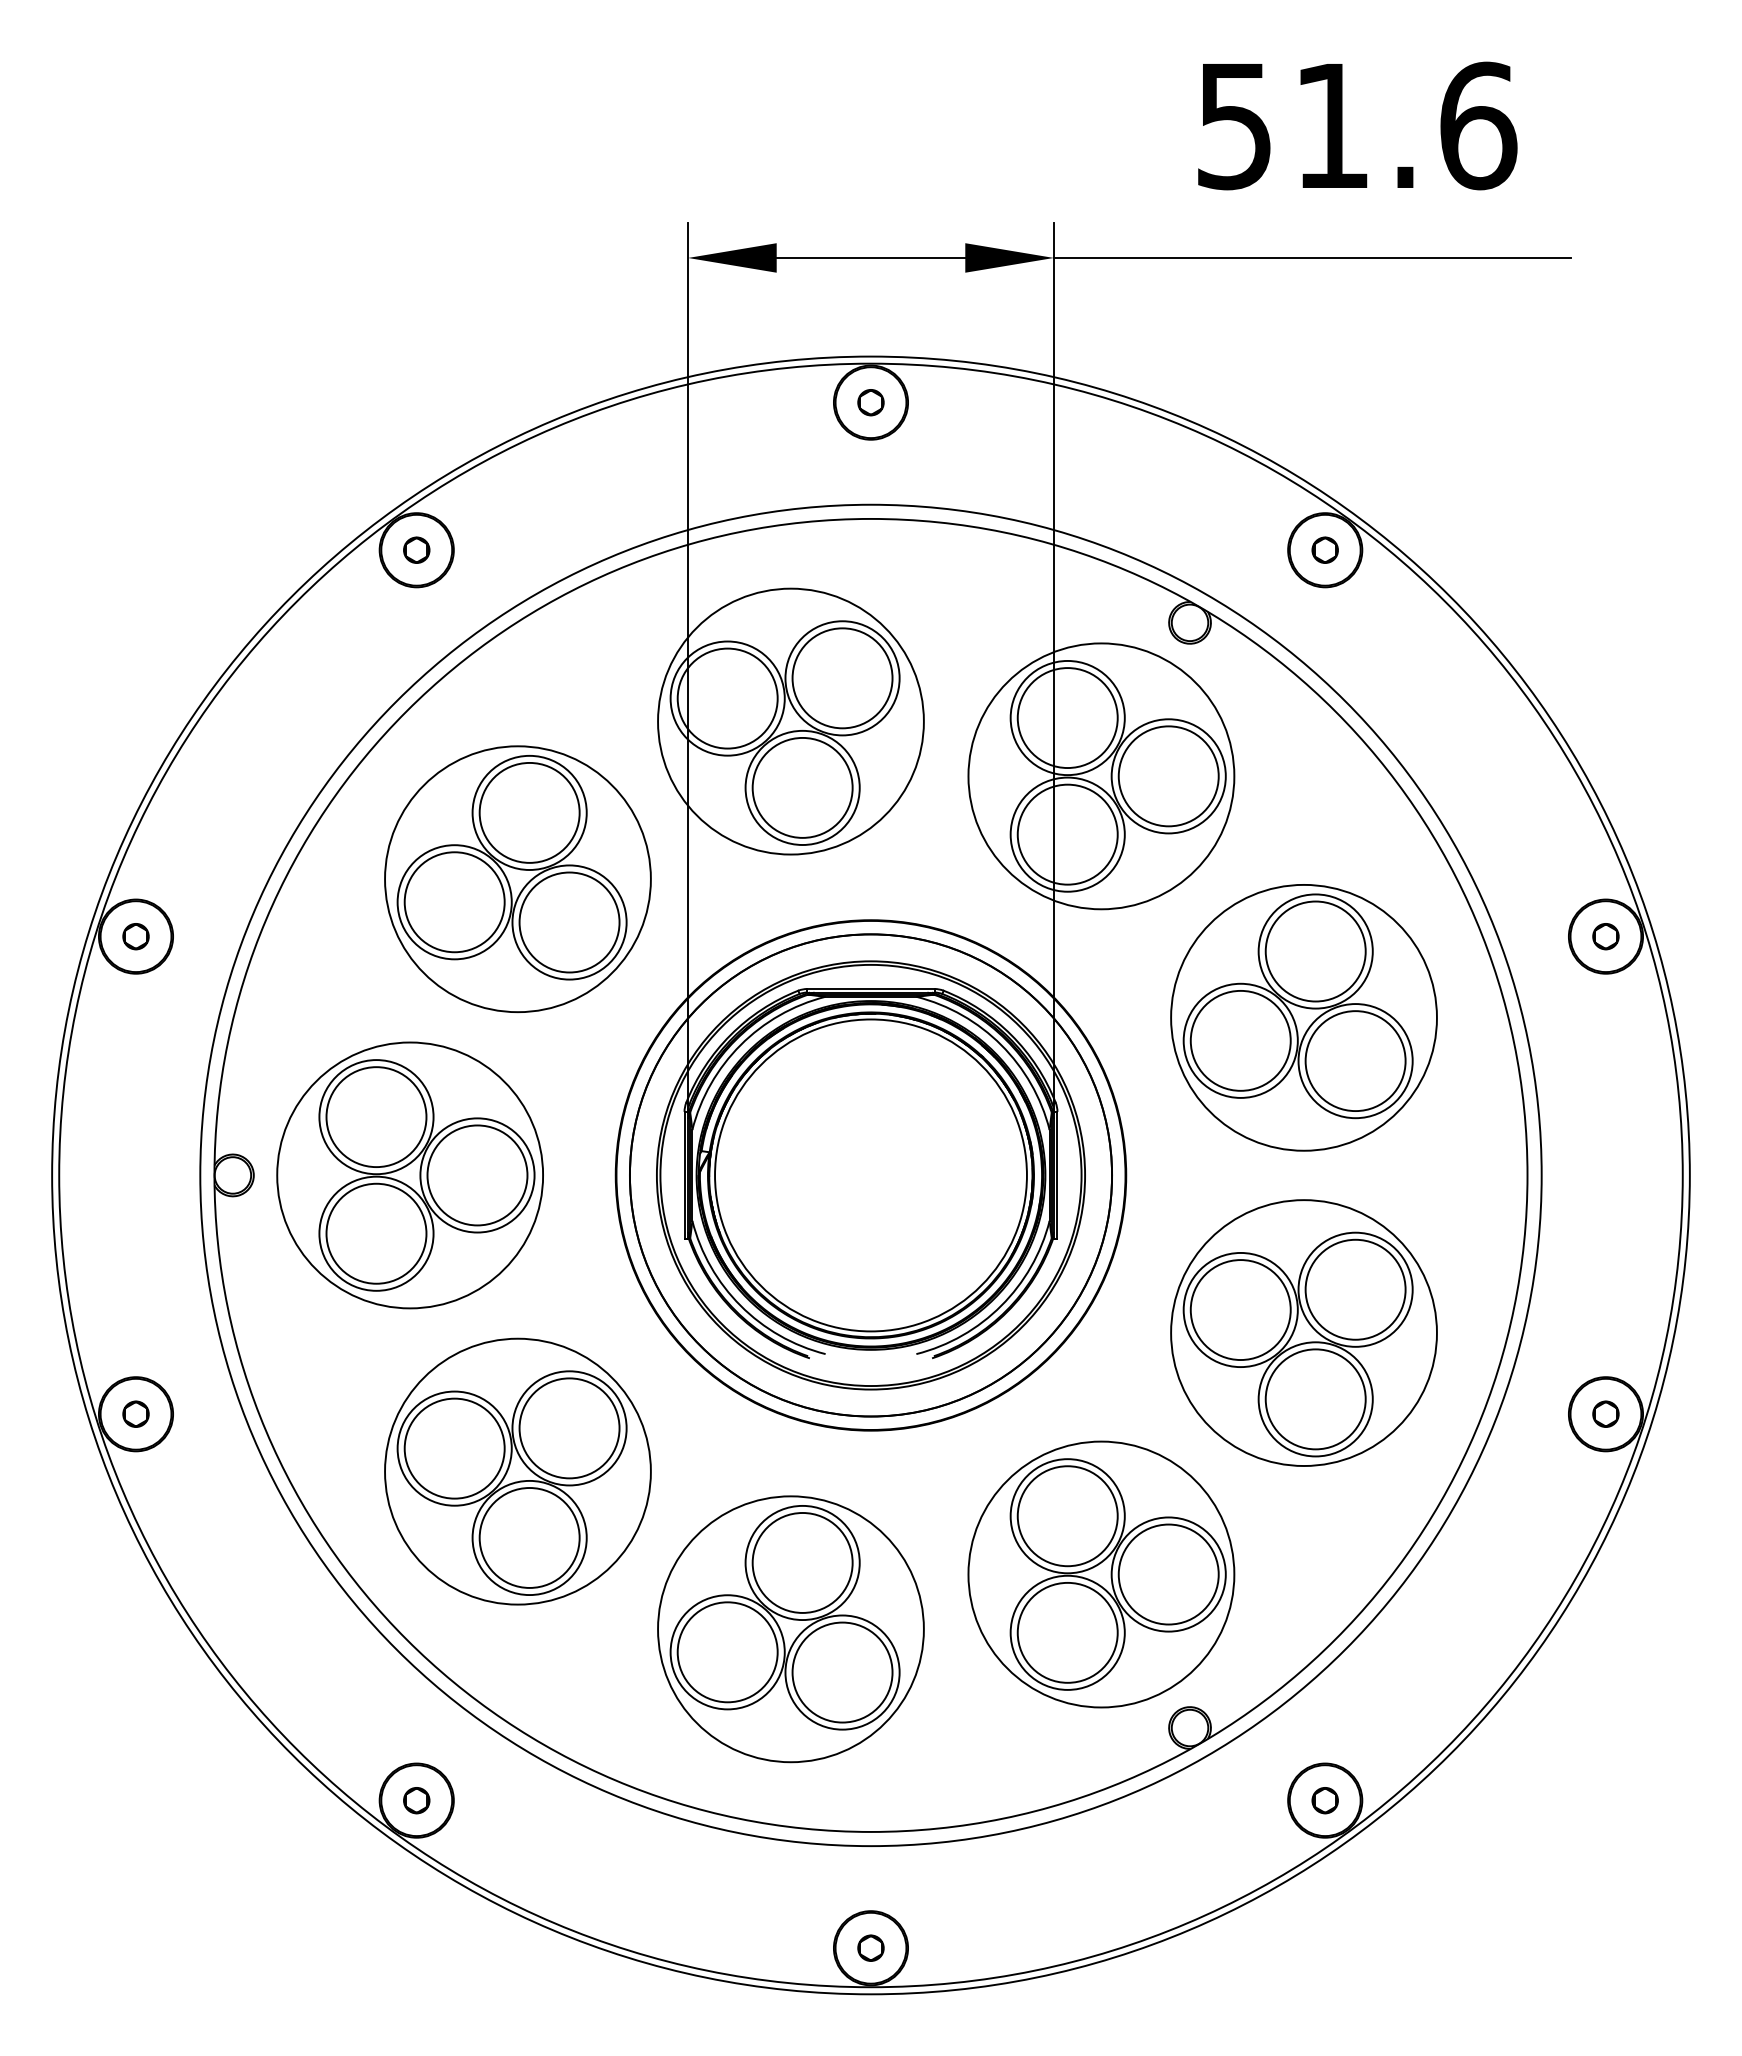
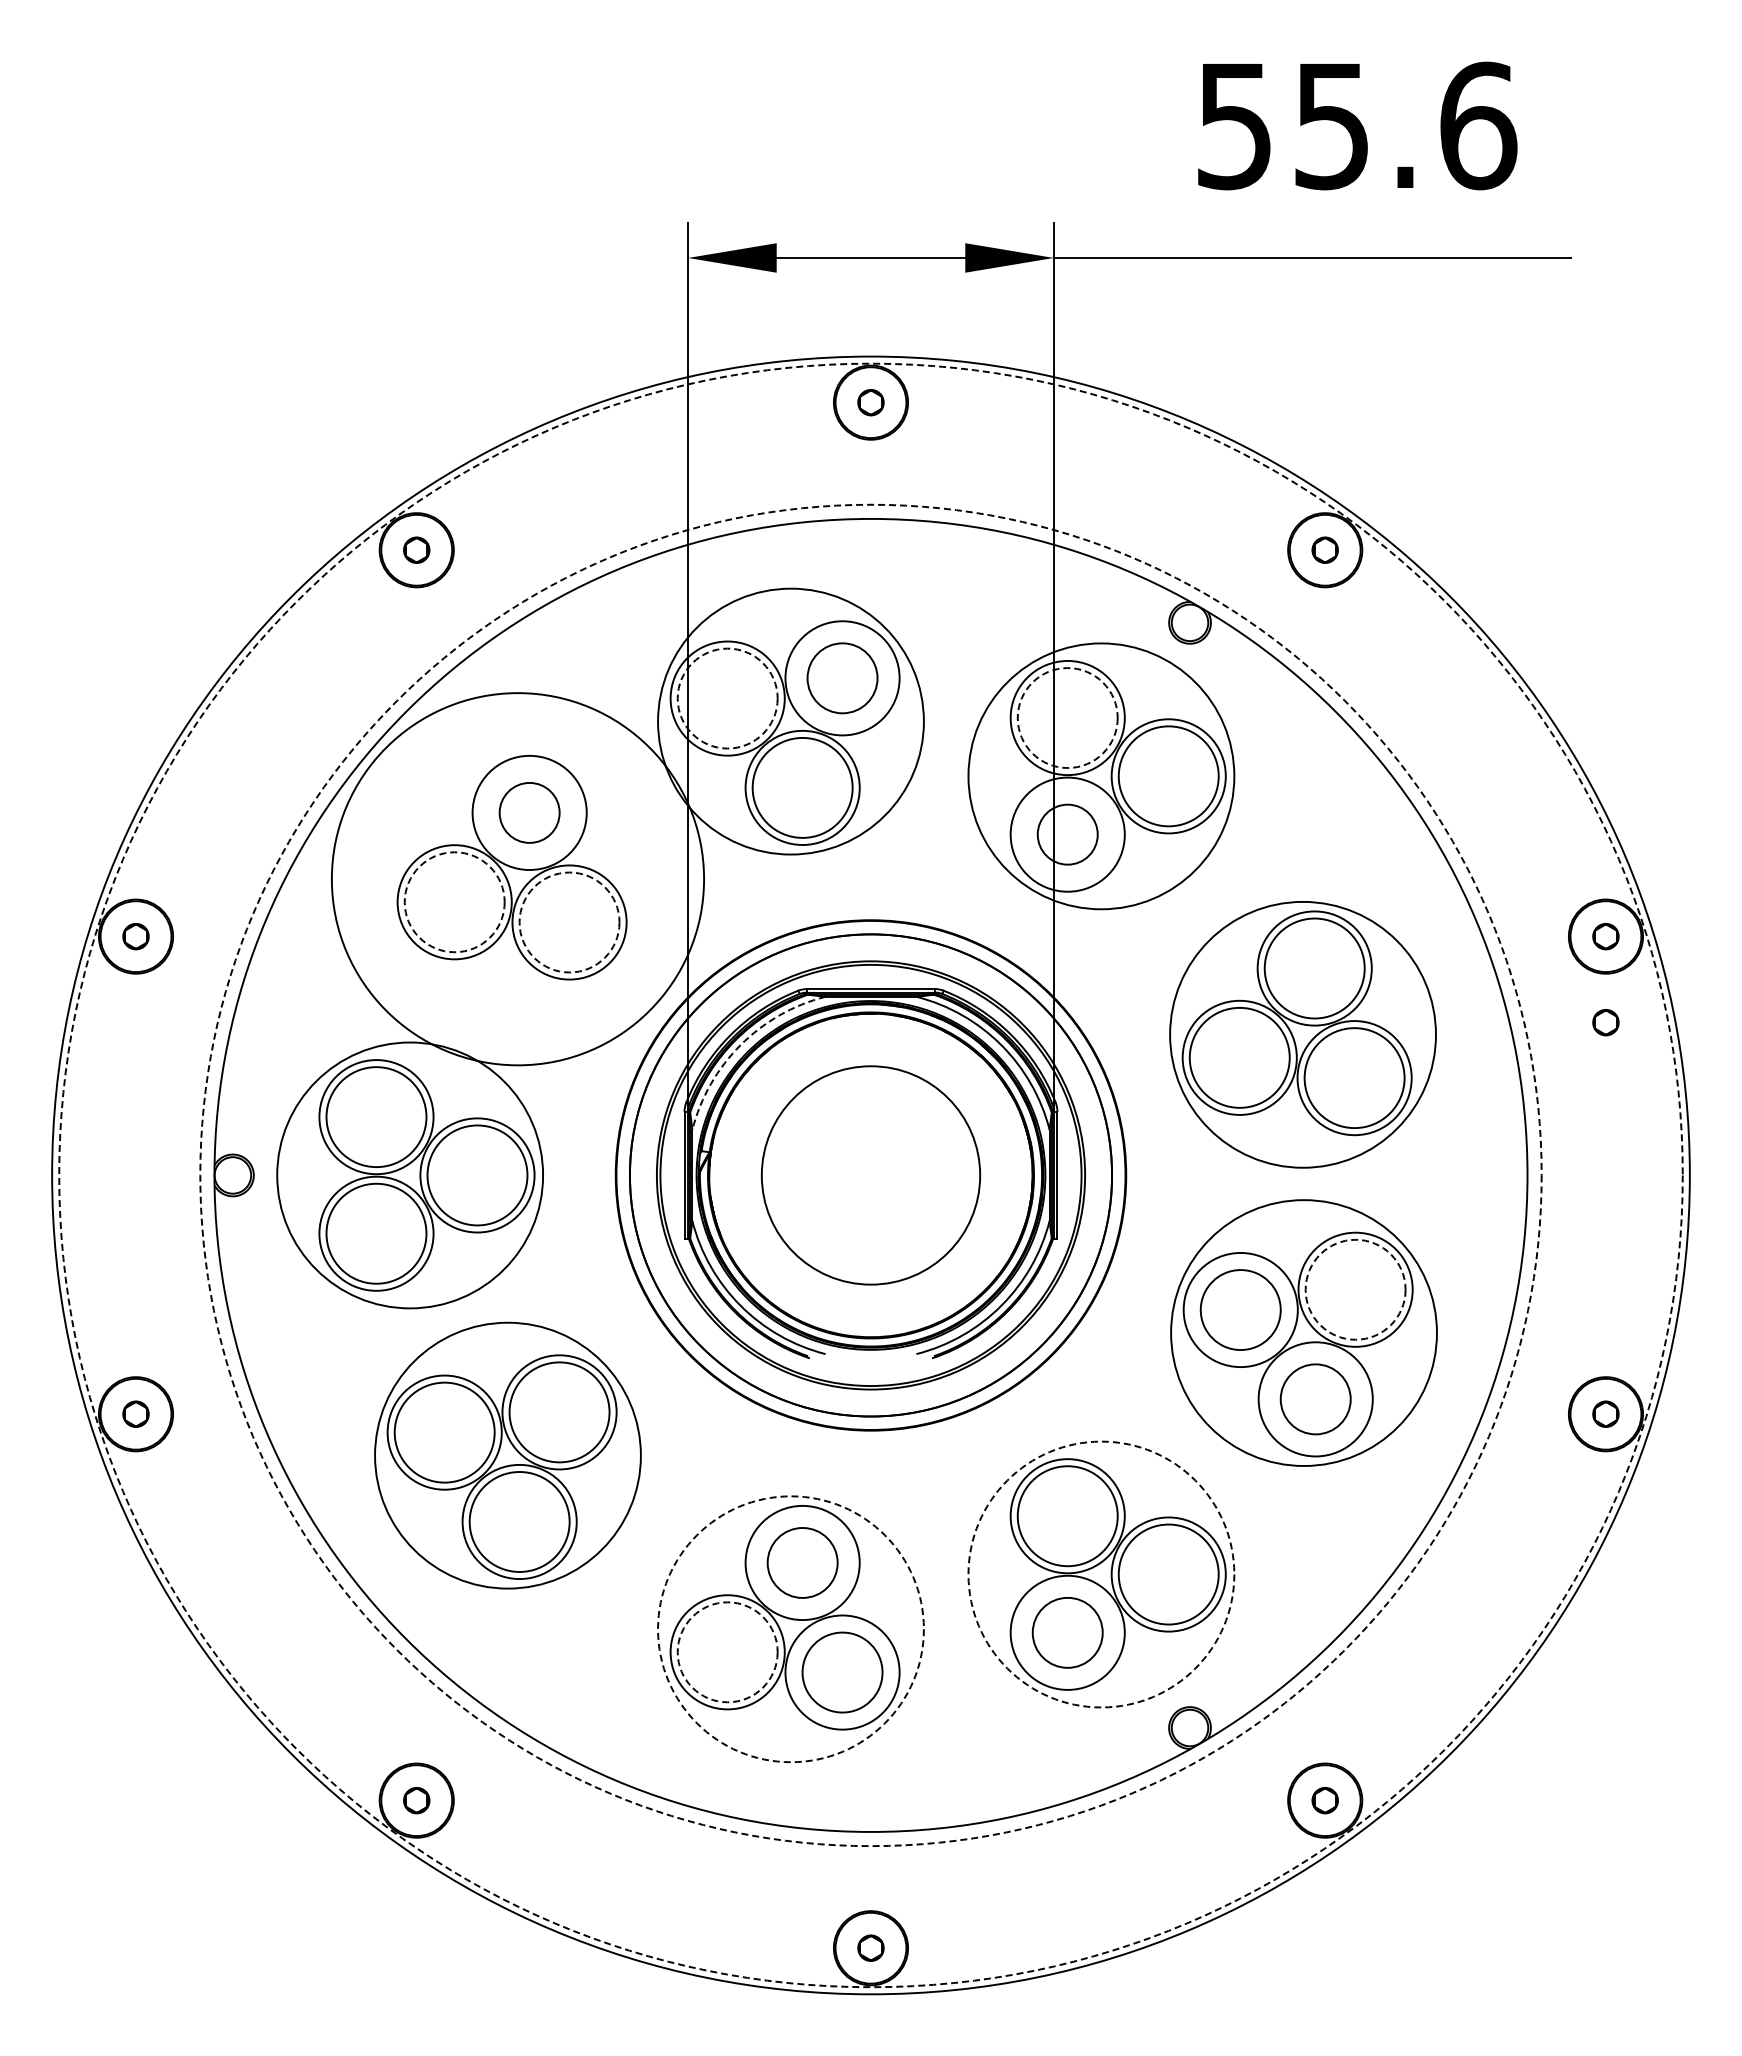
text at (1331, 127): 51.6 -> 55.6
circle at (842, 678) diameter: 100 px -> 70 px
circle at (727, 698): solid -> dashed
circle at (1067, 718): solid -> dashed
circle at (529, 812) diameter: 100 px -> 60 px
circle at (1067, 834) diameter: 100 px -> 60 px
circle at (517, 879) diameter: 266 px -> 372 px
circle at (454, 902): solid -> dashed
circle at (569, 922): solid -> dashed
part at (1303, 1017) position: (1303, 1017) -> (1302, 1034)
part at (1605, 1022): none -> present
arc at (740, 1045): solid -> dashed
circle at (870, 1175) diameter: 312 px -> 218 px
circle at (870, 1175): solid -> dashed
circle at (870, 1175): solid -> dashed
circle at (1355, 1289): solid -> dashed
circle at (1240, 1310) diameter: 100 px -> 80 px
circle at (1315, 1399) diameter: 100 px -> 70 px
part at (517, 1471) position: (517, 1471) -> (507, 1455)
circle at (802, 1562) diameter: 100 px -> 70 px
circle at (1101, 1574): solid -> dashed
circle at (790, 1629): solid -> dashed
circle at (1067, 1632) diameter: 100 px -> 70 px
circle at (727, 1652): solid -> dashed
circle at (842, 1672) diameter: 100 px -> 80 px
